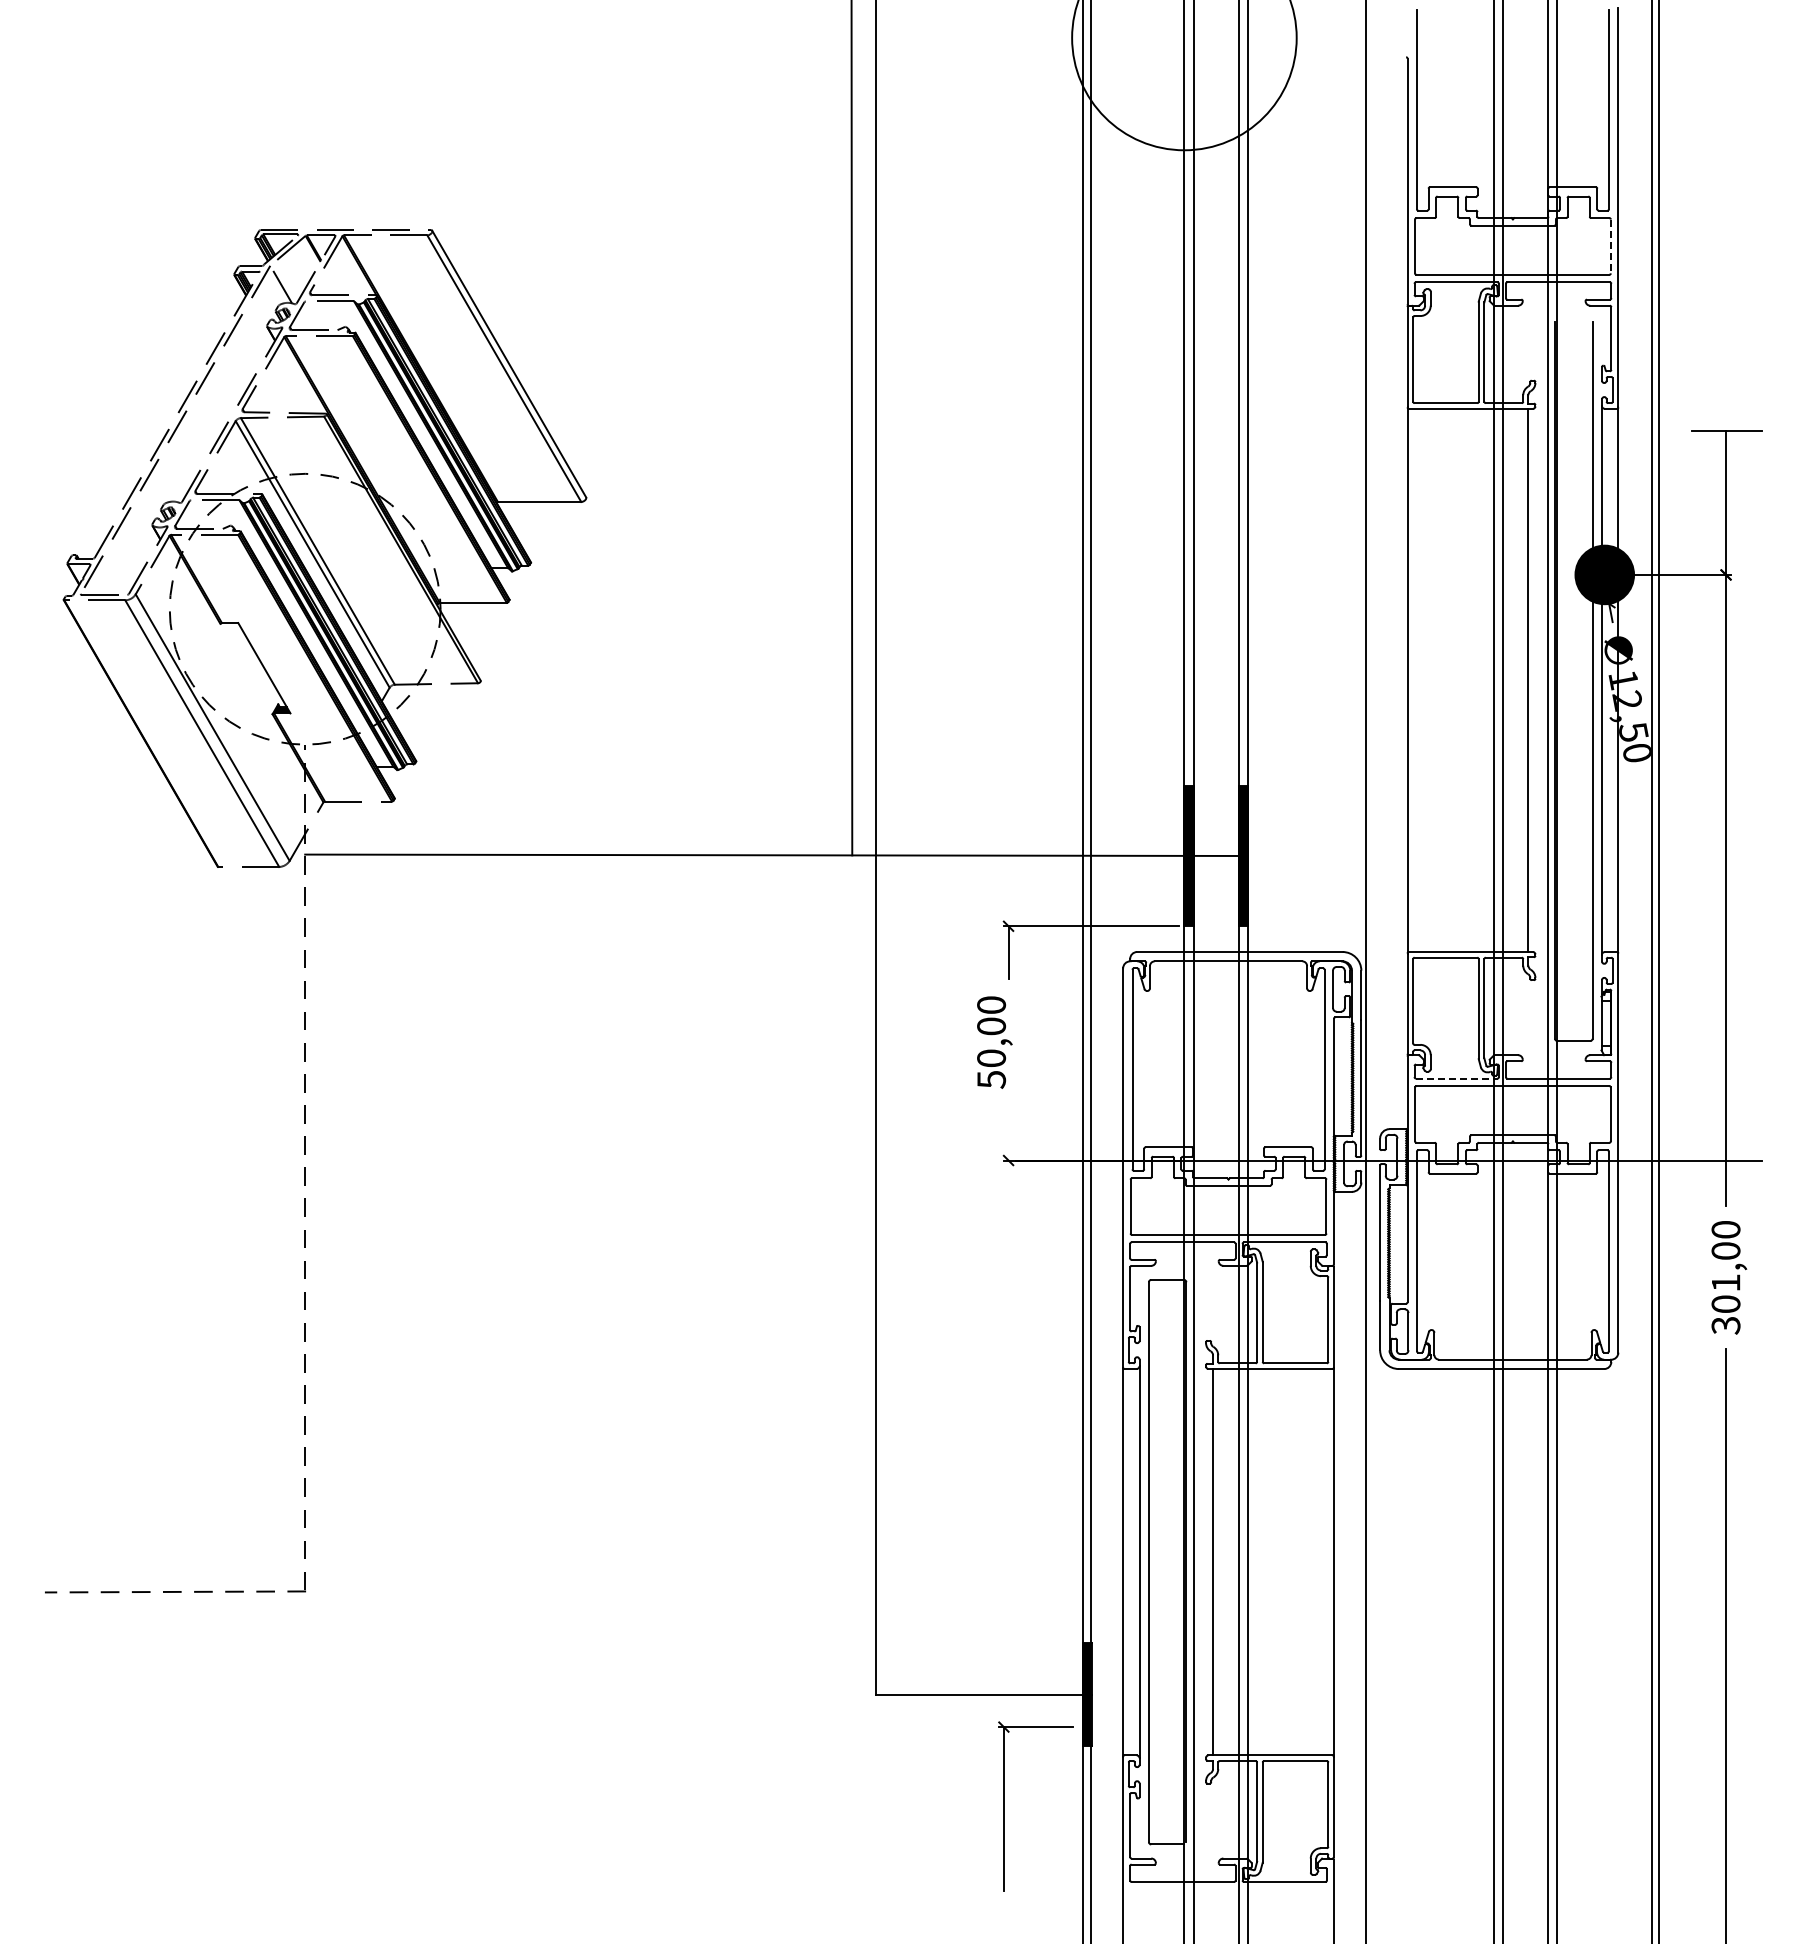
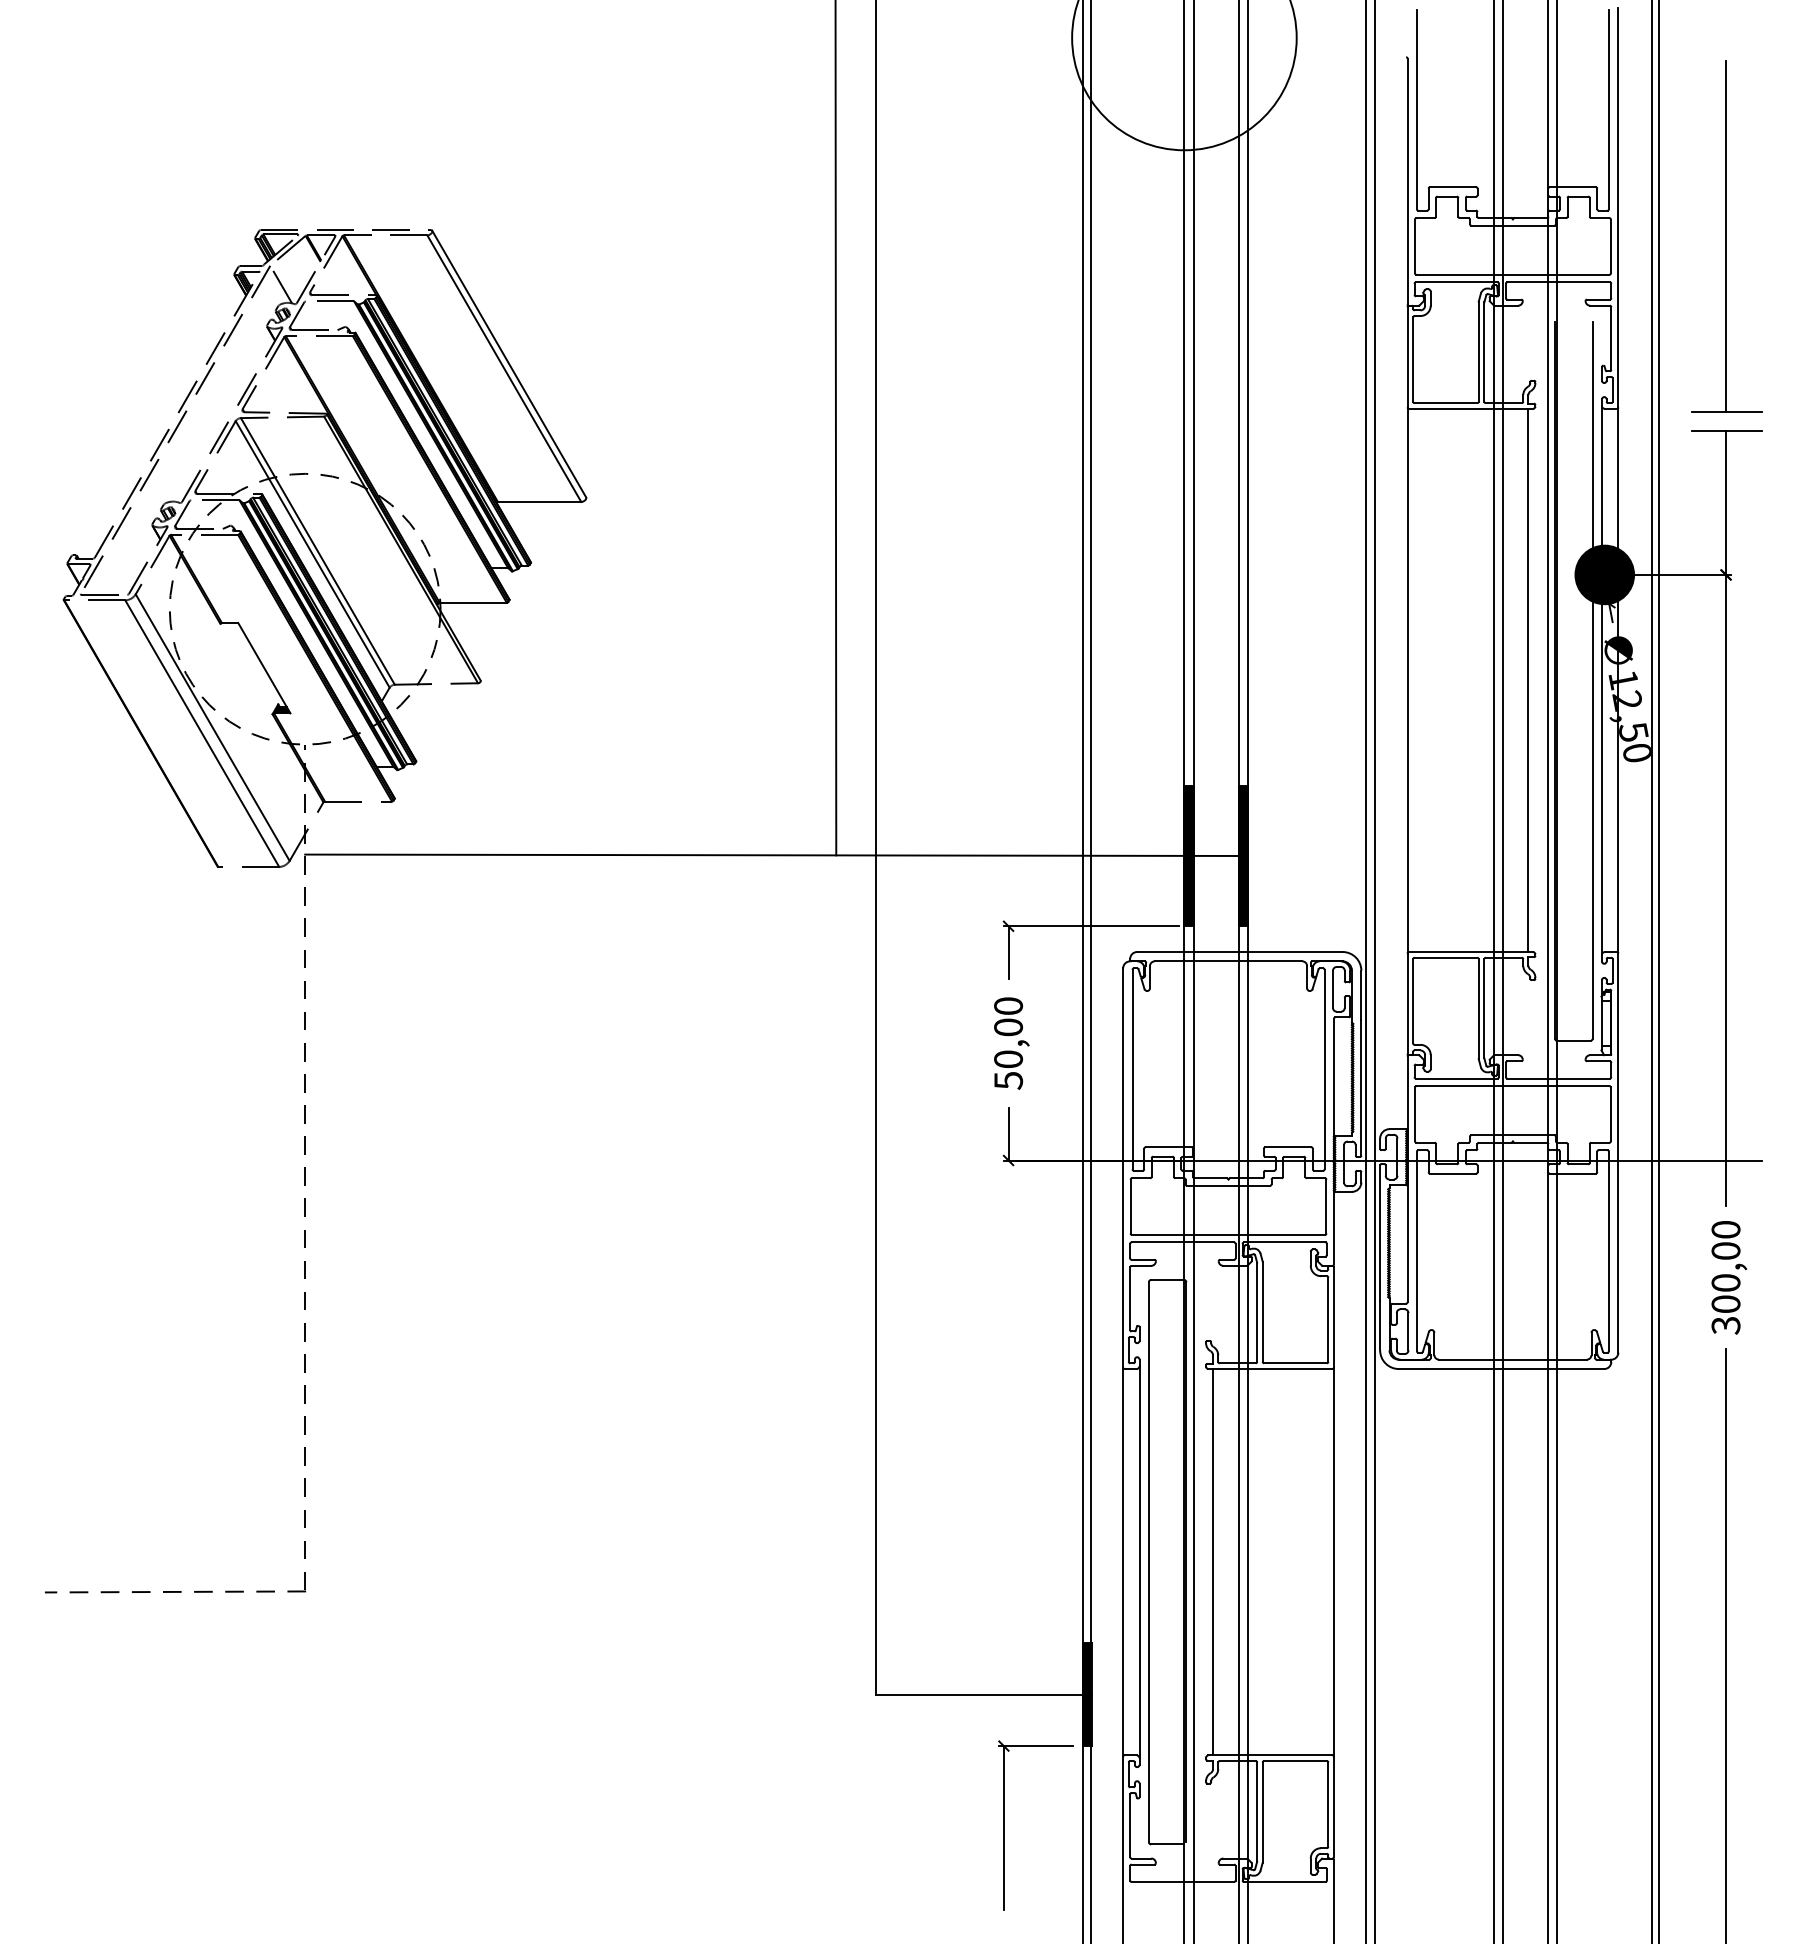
part at (1726, 236): none -> present
line at (1610, 246): dashed -> solid
line at (851, 428) position: (851, 428) -> (835, 428)
line at (1375, 971): none -> present
text at (994, 1042) position: (994, 1042) -> (1011, 1043)
line at (1456, 1078): dashed -> solid
line at (1008, 1133): none -> present
text at (1725, 1282): 301,00 -> 300,00
part at (1004, 1806) position: (1004, 1806) -> (1004, 1825)
